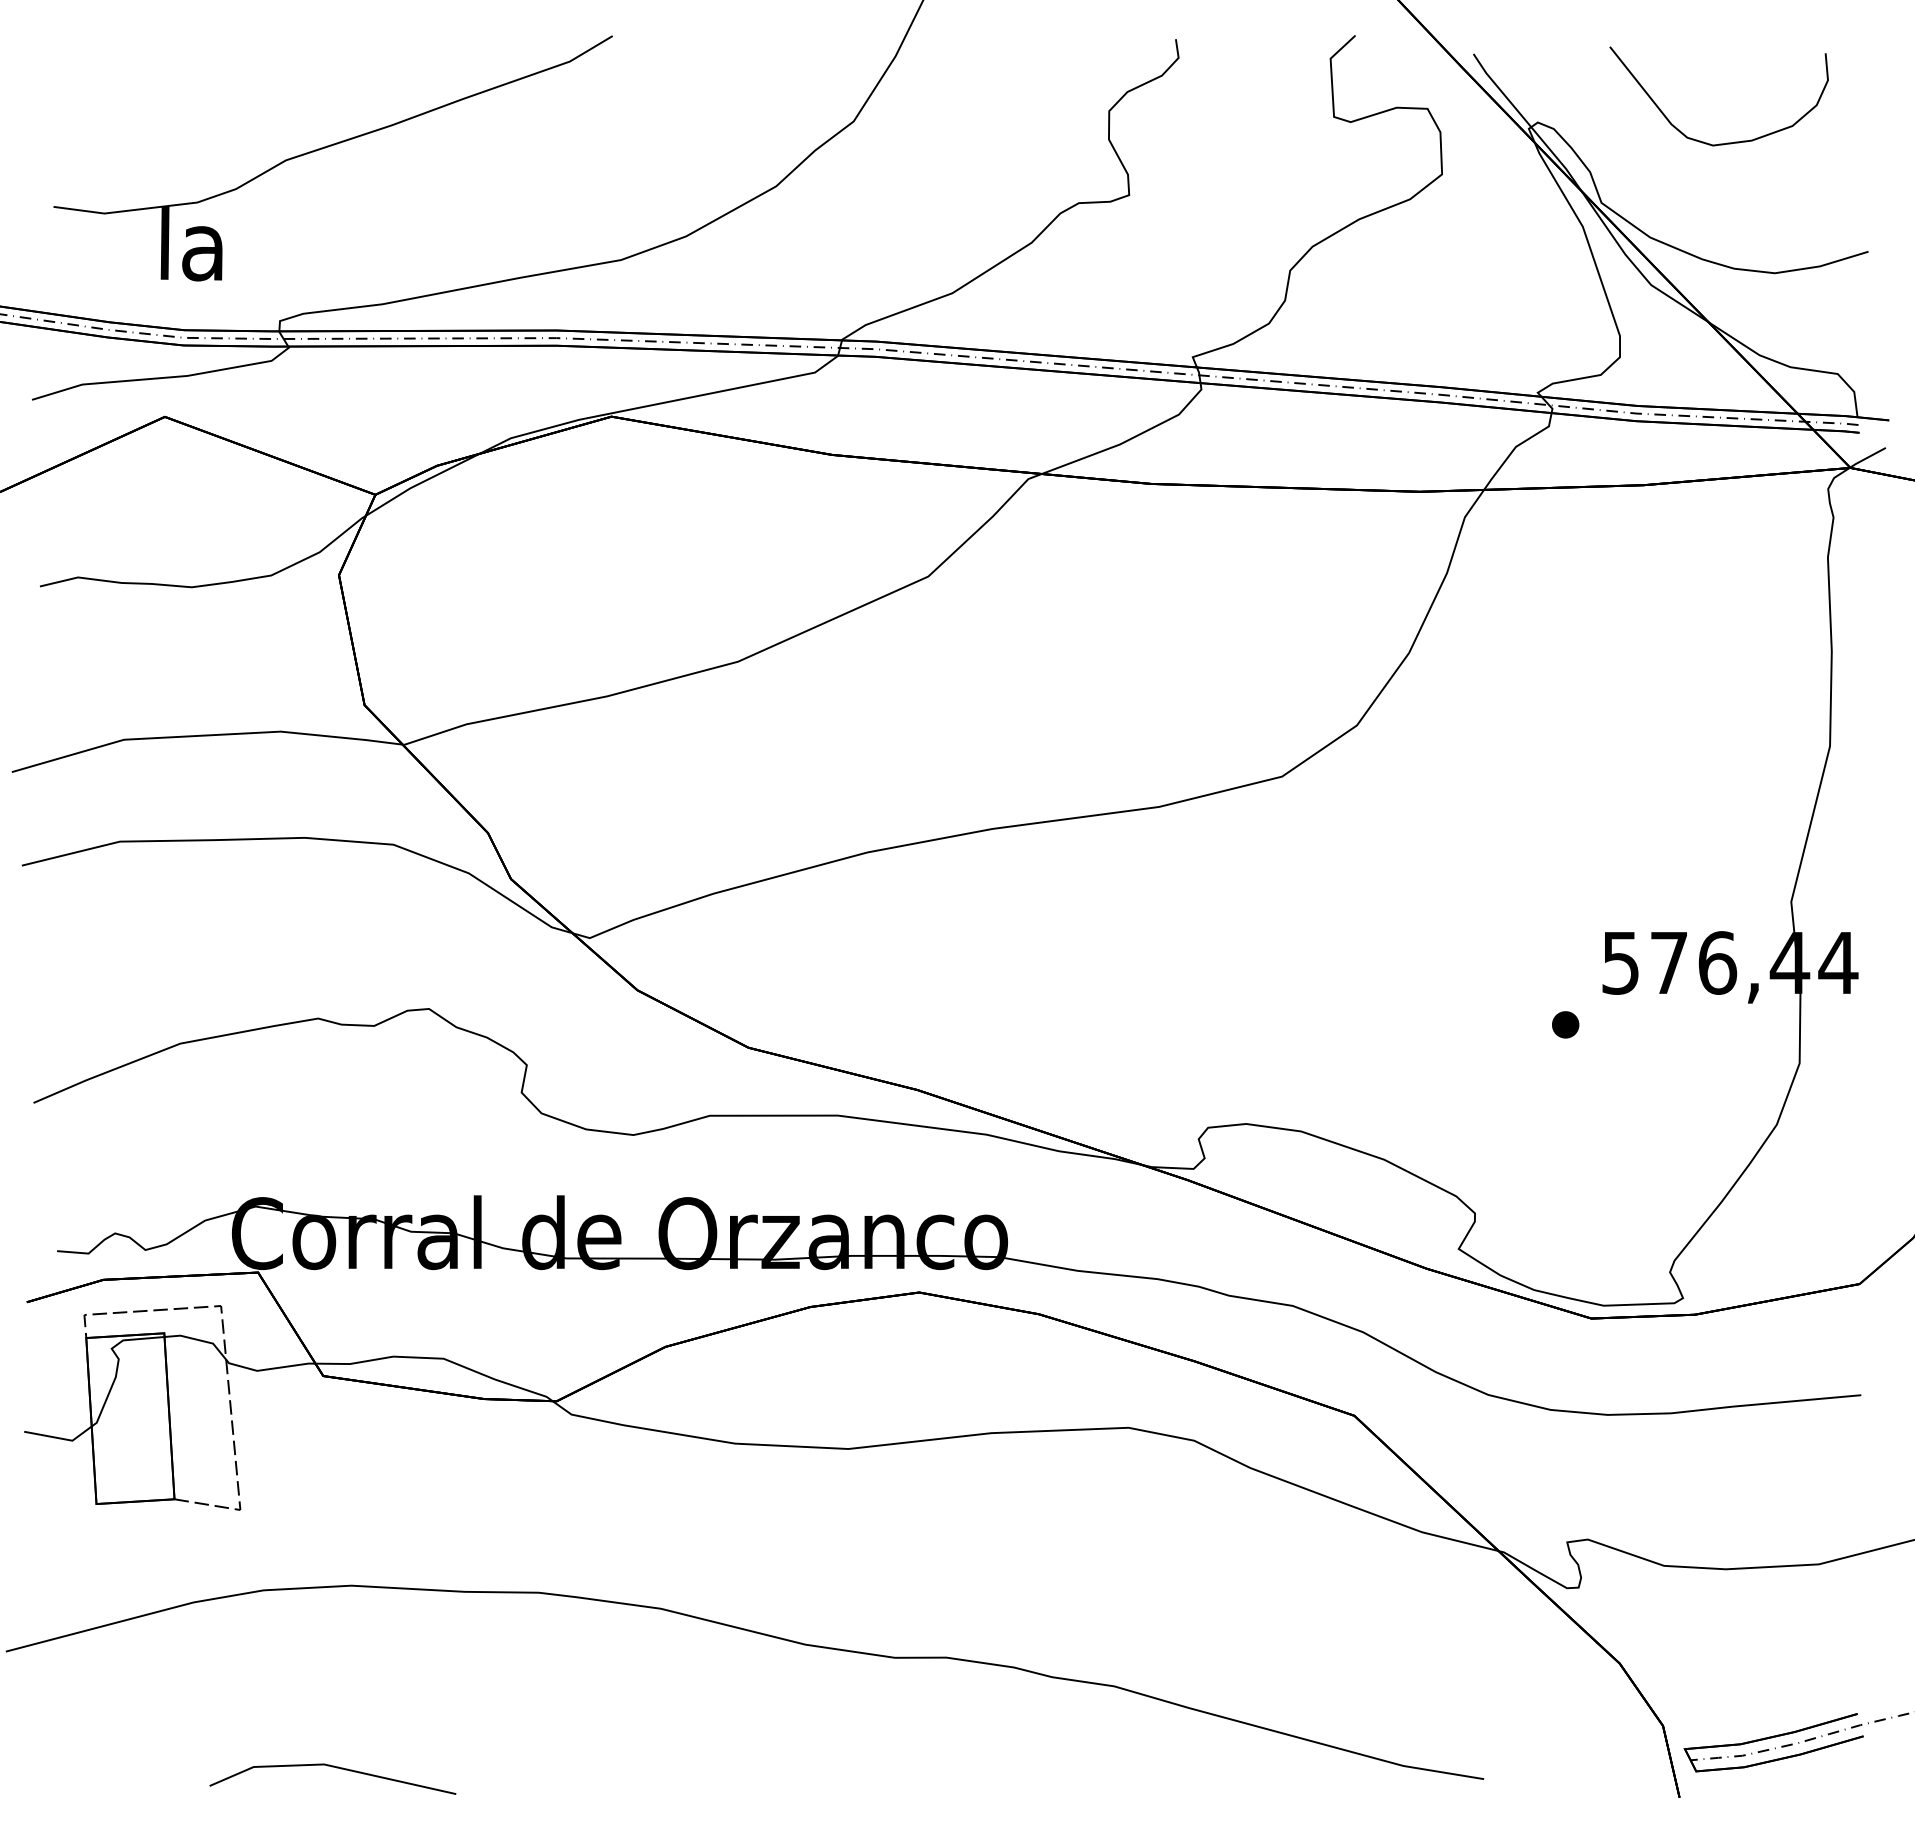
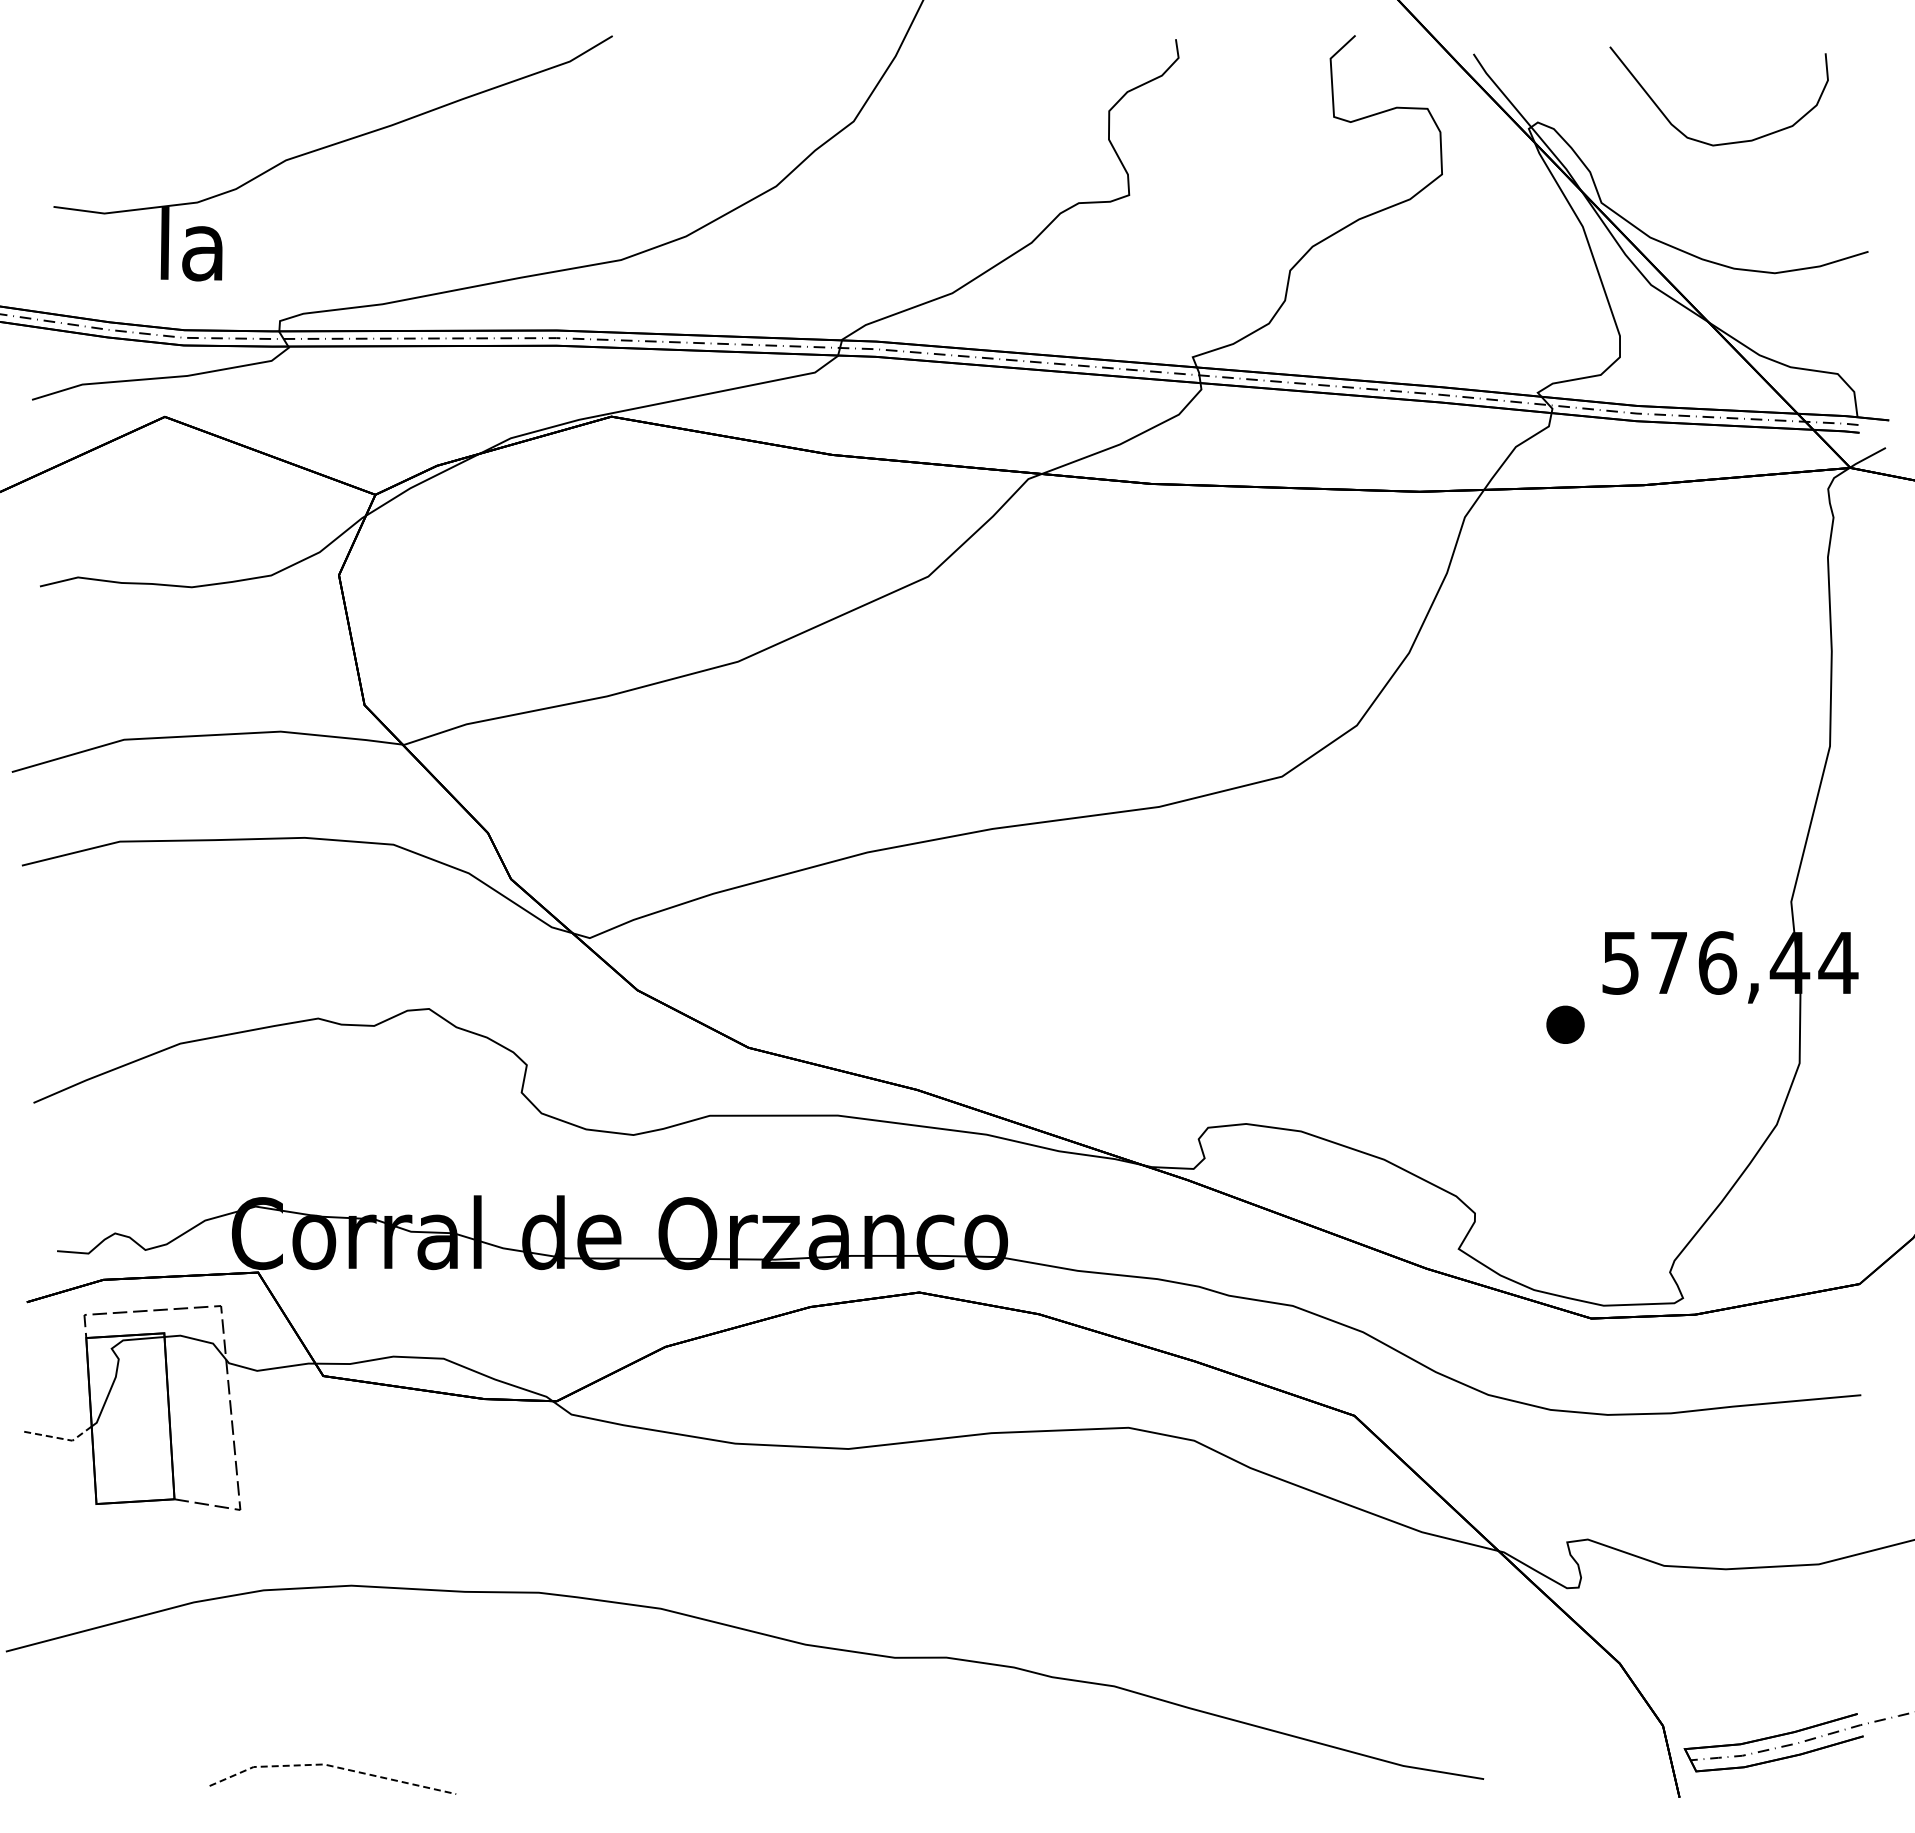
part at (1565, 1024) size: 28x28 px -> 39x39 px
line at (60, 1438): solid -> dashed
line at (331, 1766): solid -> dashed
